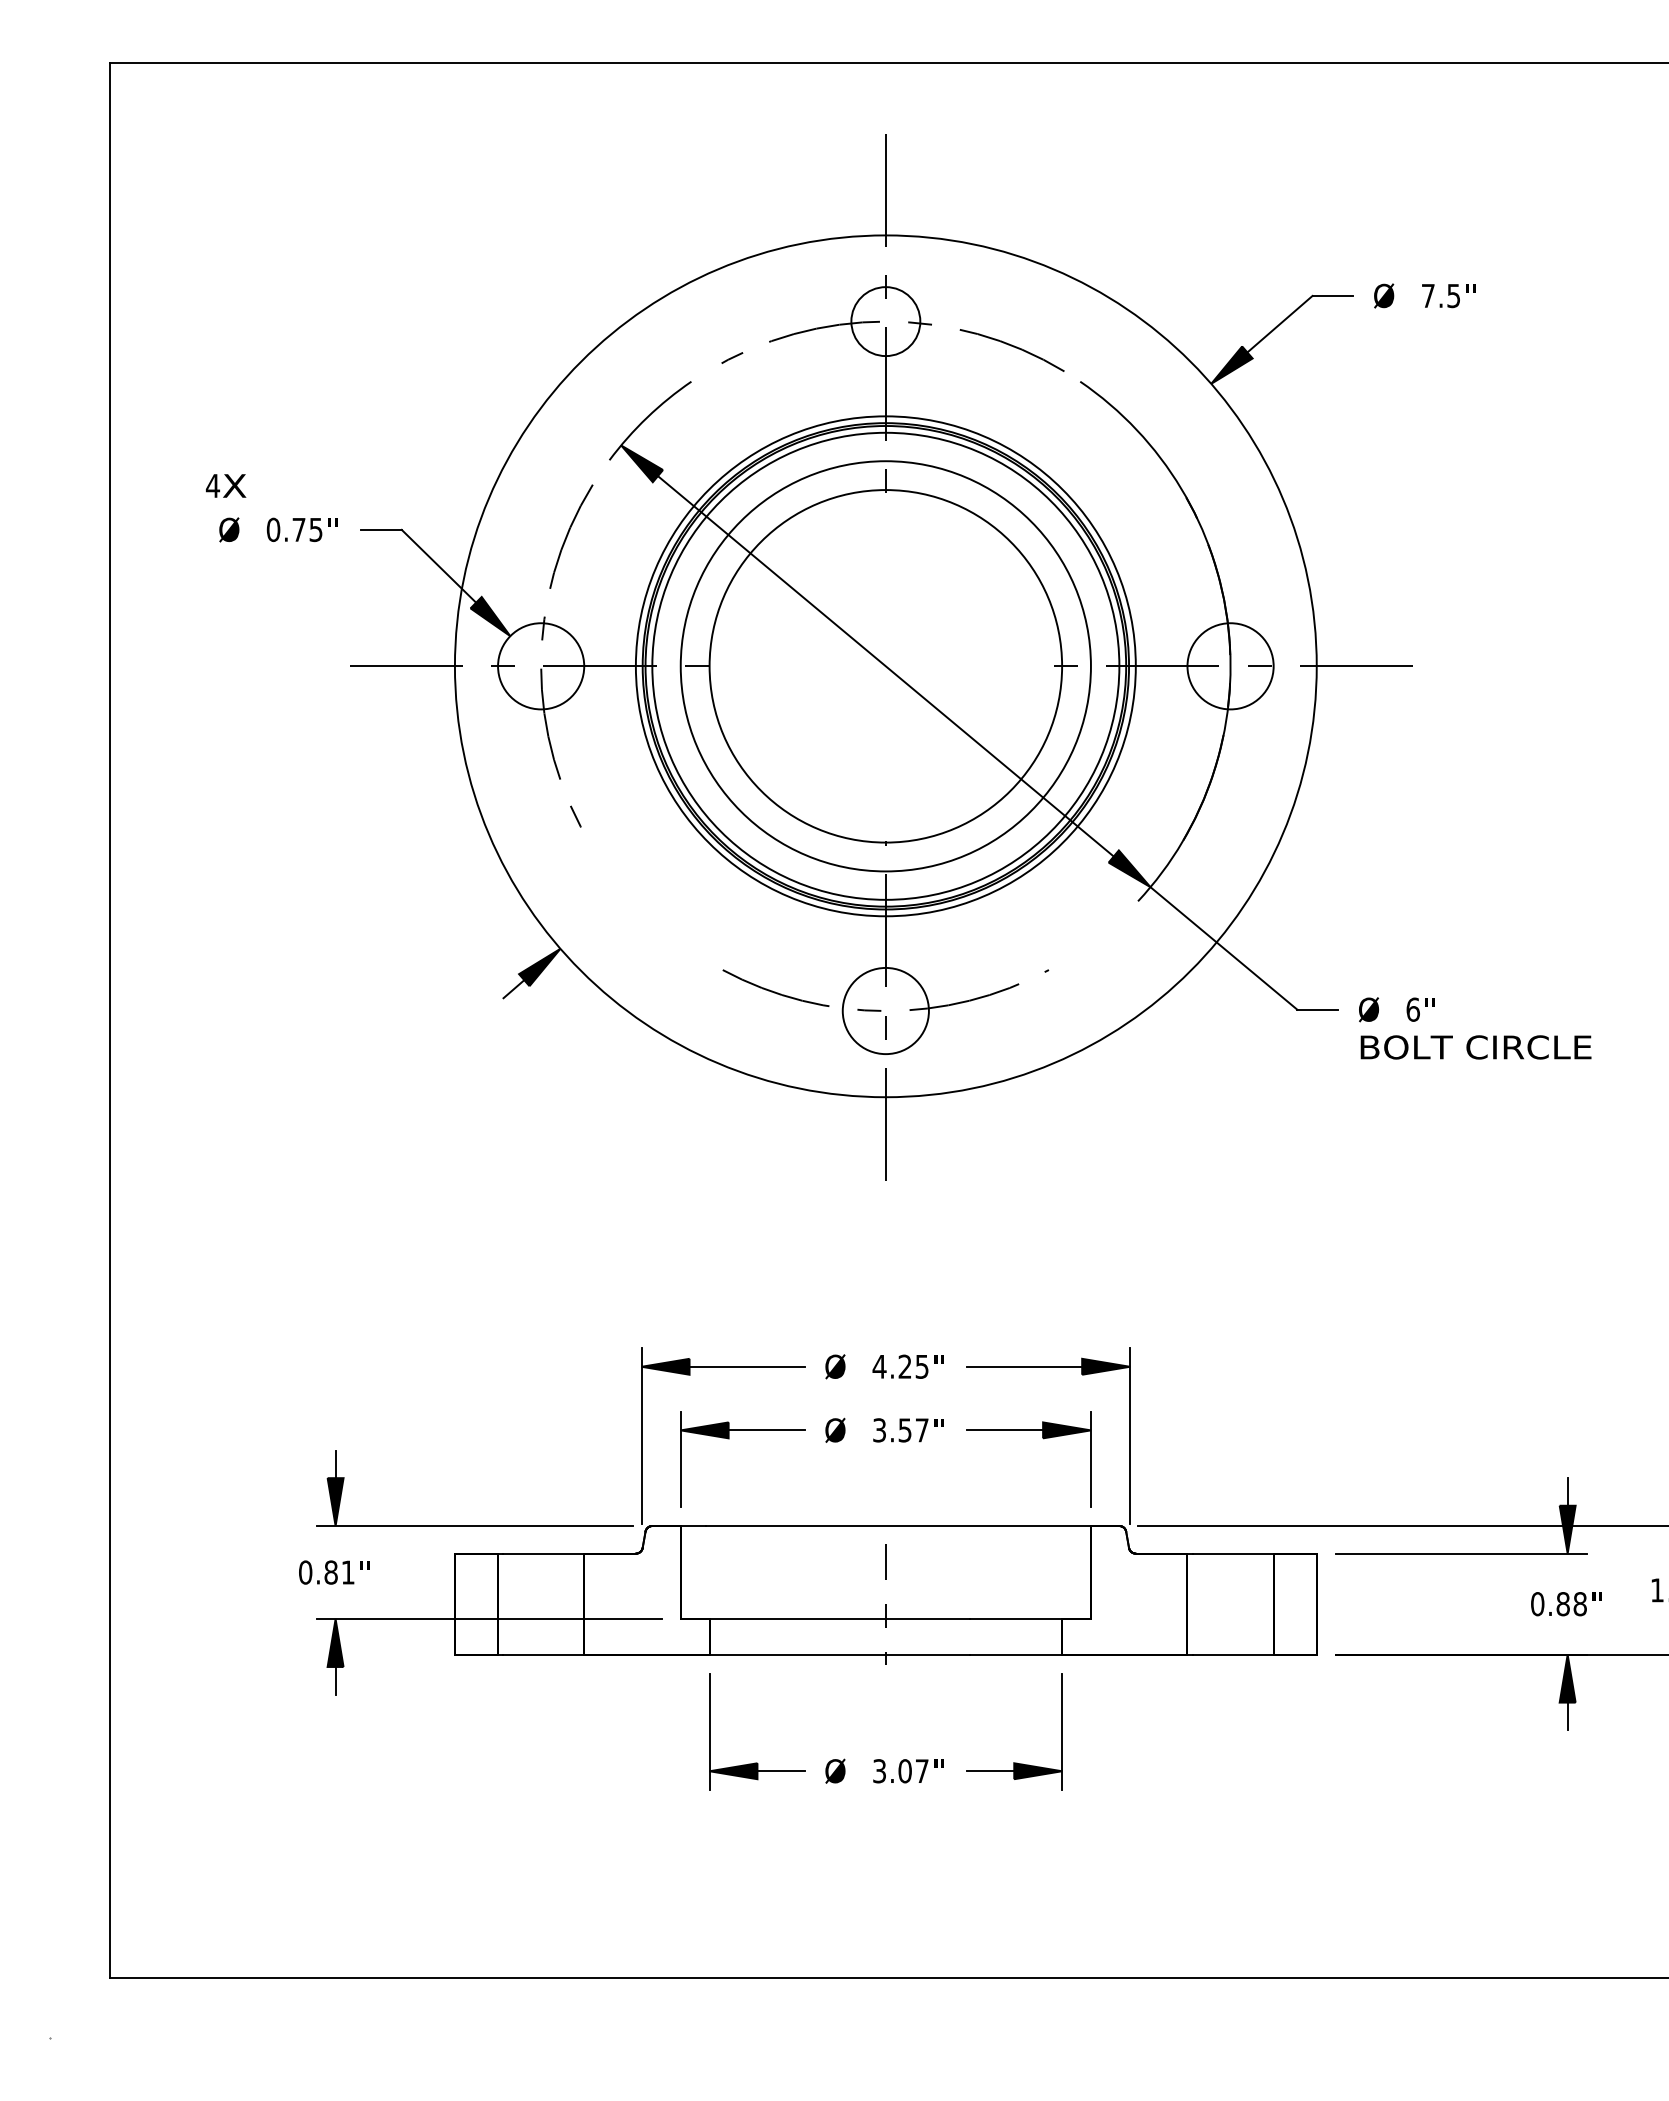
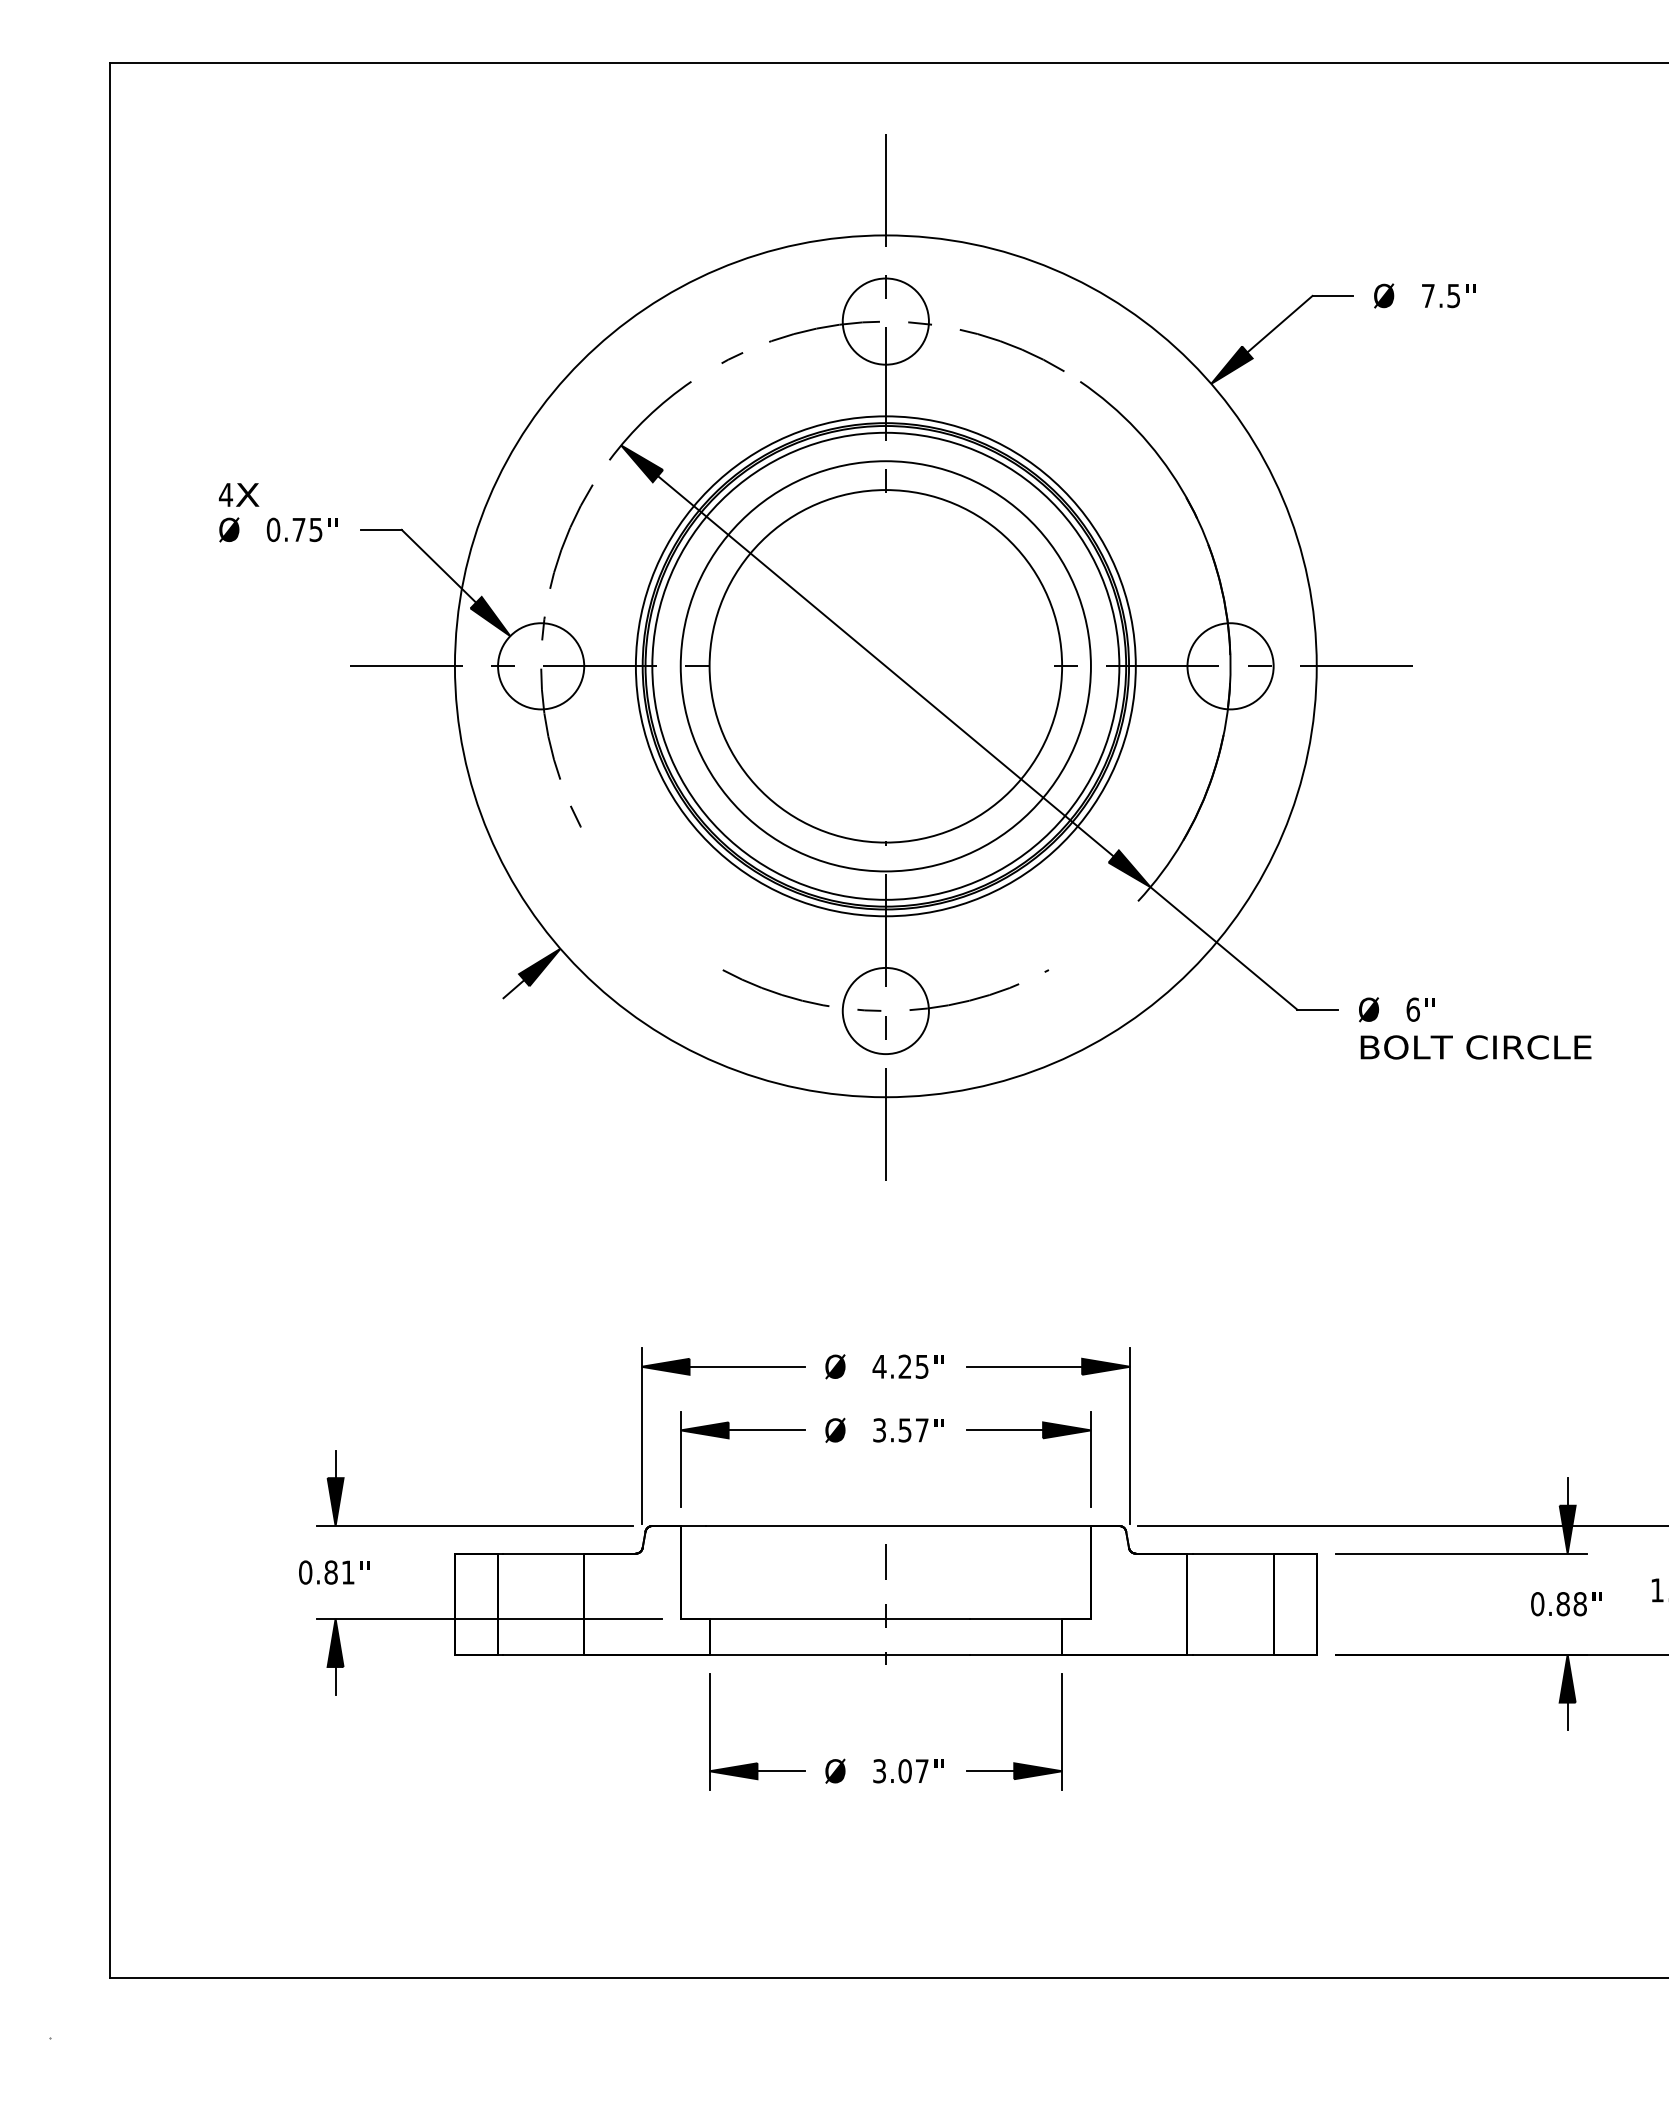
circle at (885, 321) diameter: 69 px -> 86 px
text at (226, 485) position: (226, 485) -> (239, 494)
